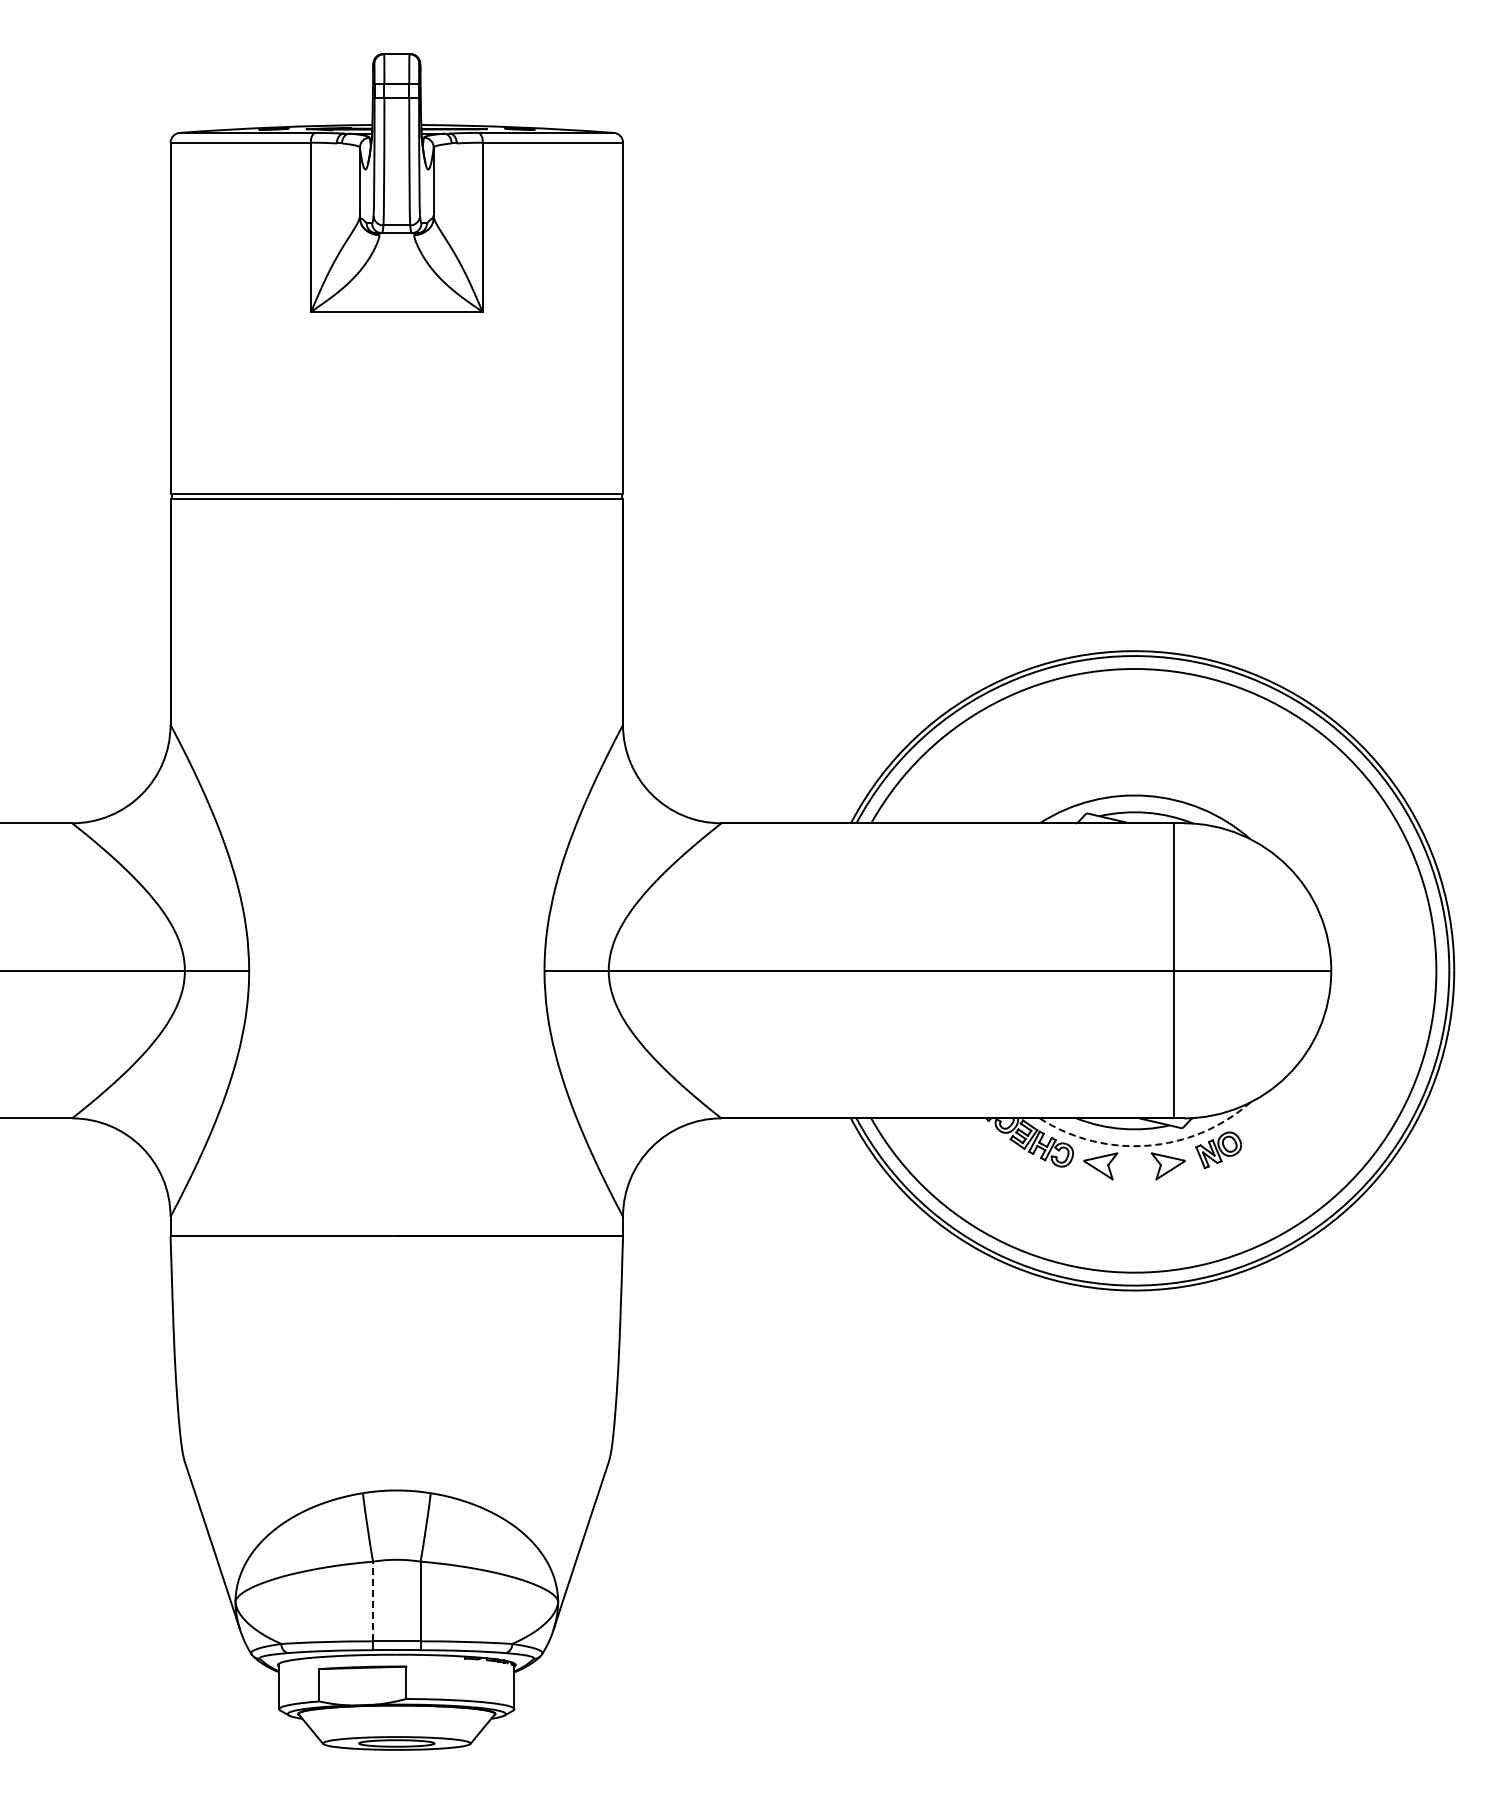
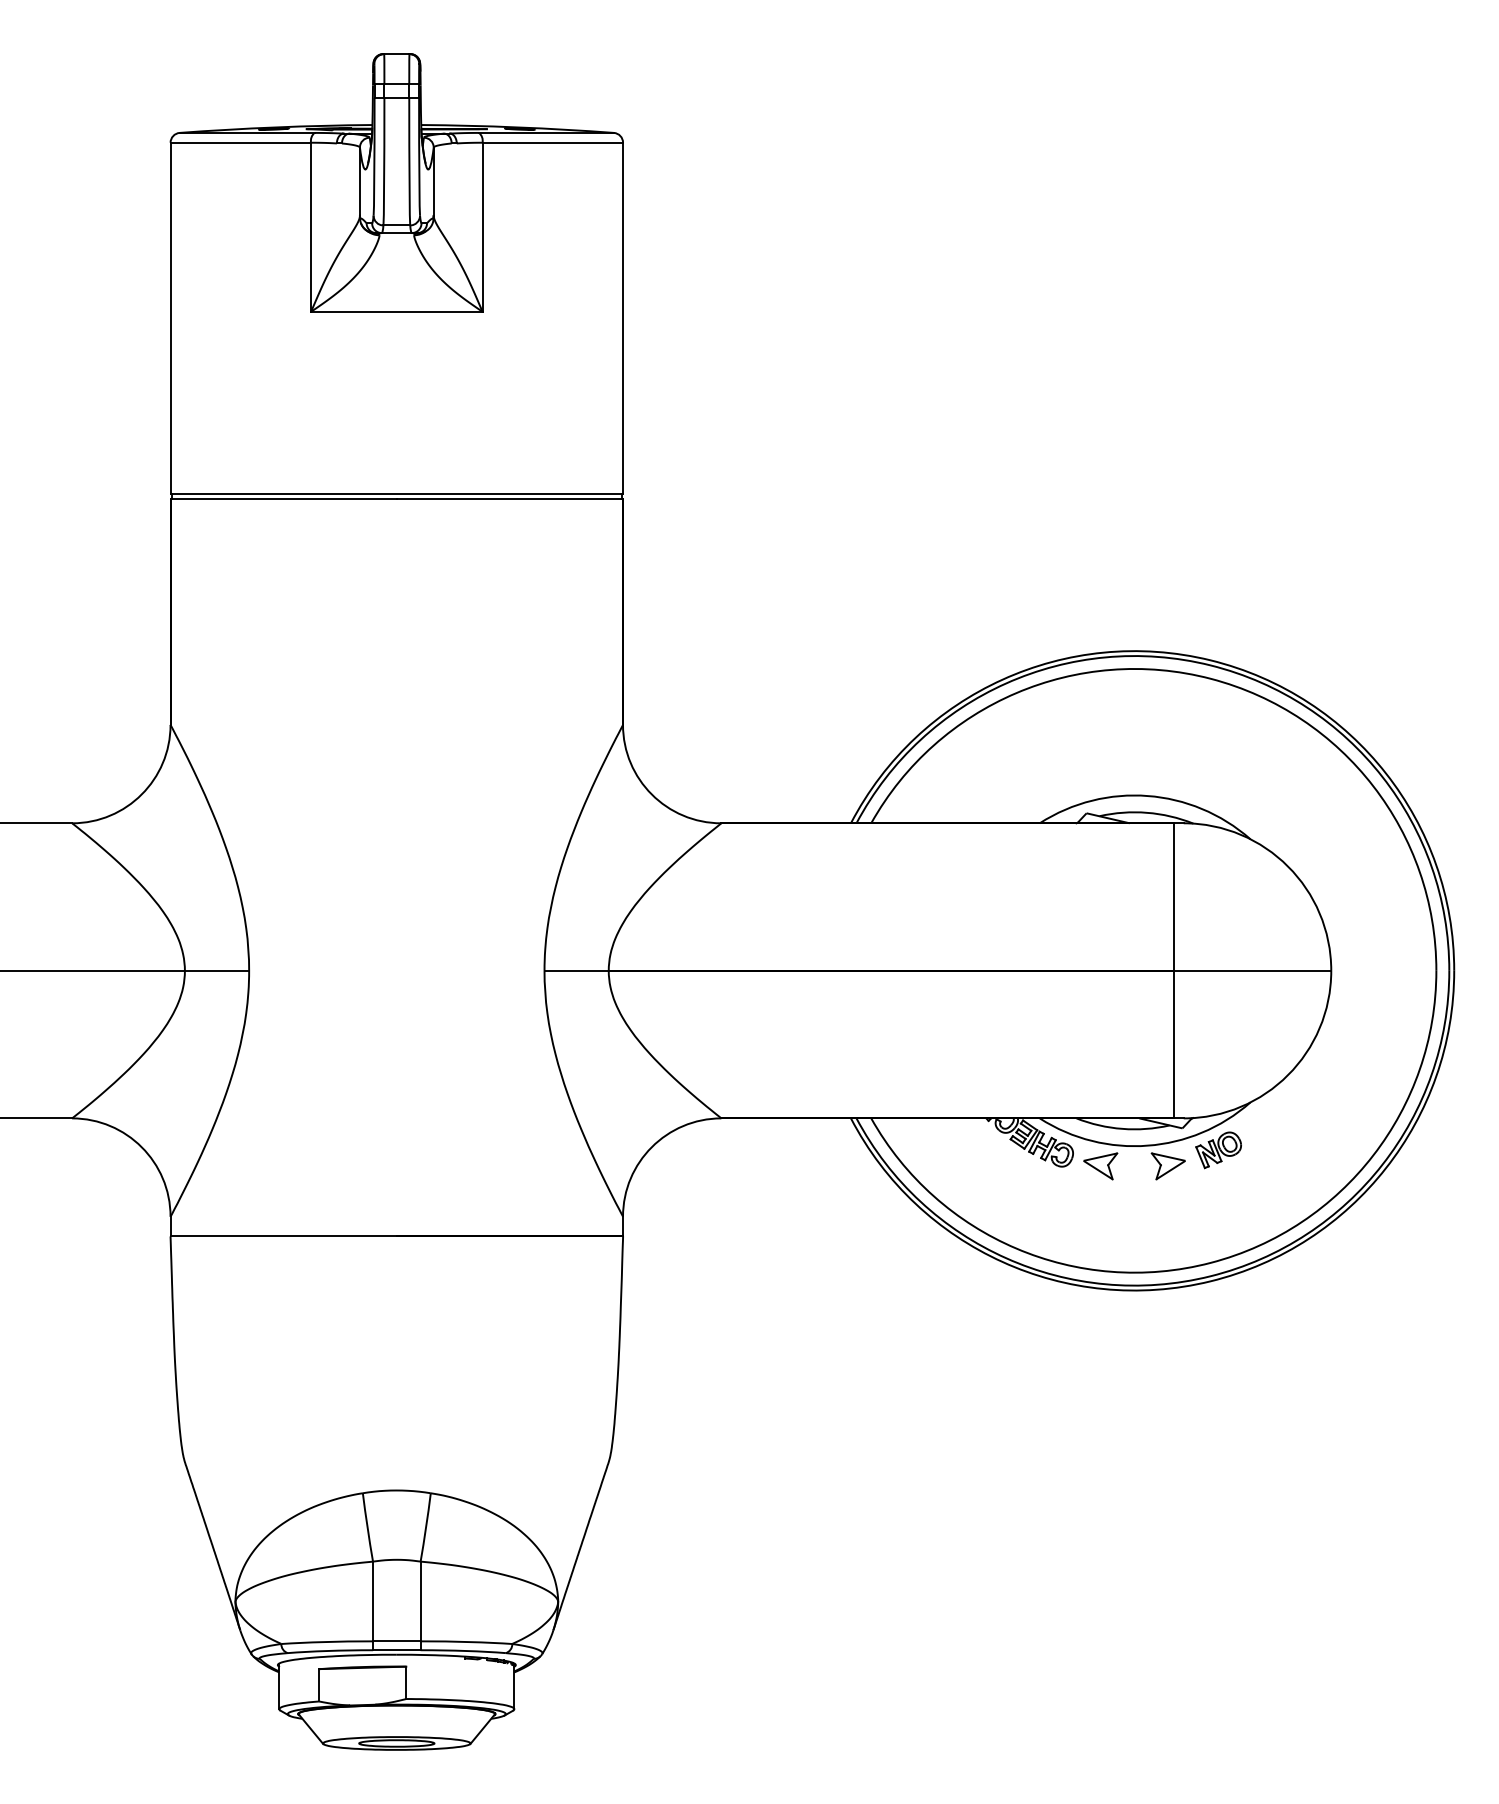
arc at (1147, 1145): dashed -> solid
line at (373, 1601): dashed -> solid
